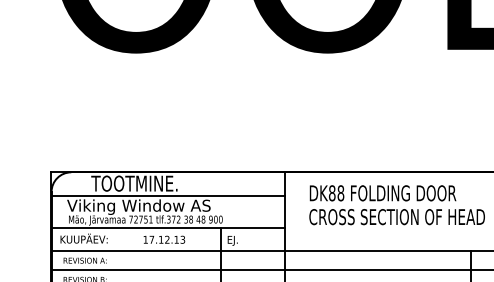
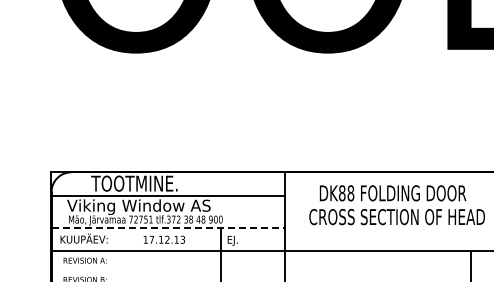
text at (382, 193) position: (382, 193) -> (392, 193)
line at (168, 227): solid -> dashed
line at (270, 270): present -> none
